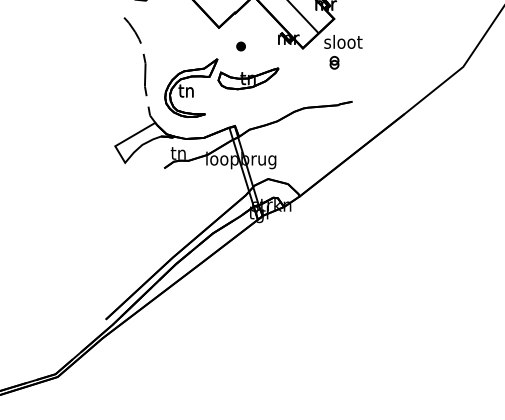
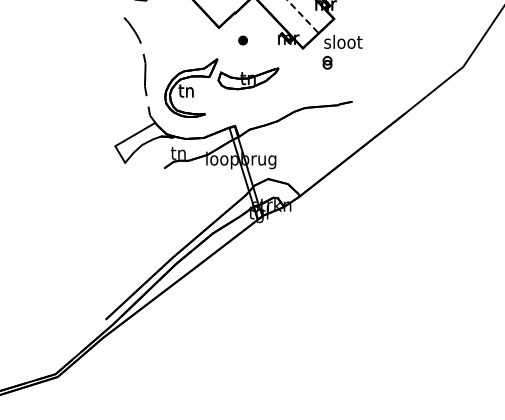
line at (302, 16): solid -> dashed
part at (240, 46) position: (240, 46) -> (242, 40)
part at (334, 62) position: (334, 62) -> (327, 62)
